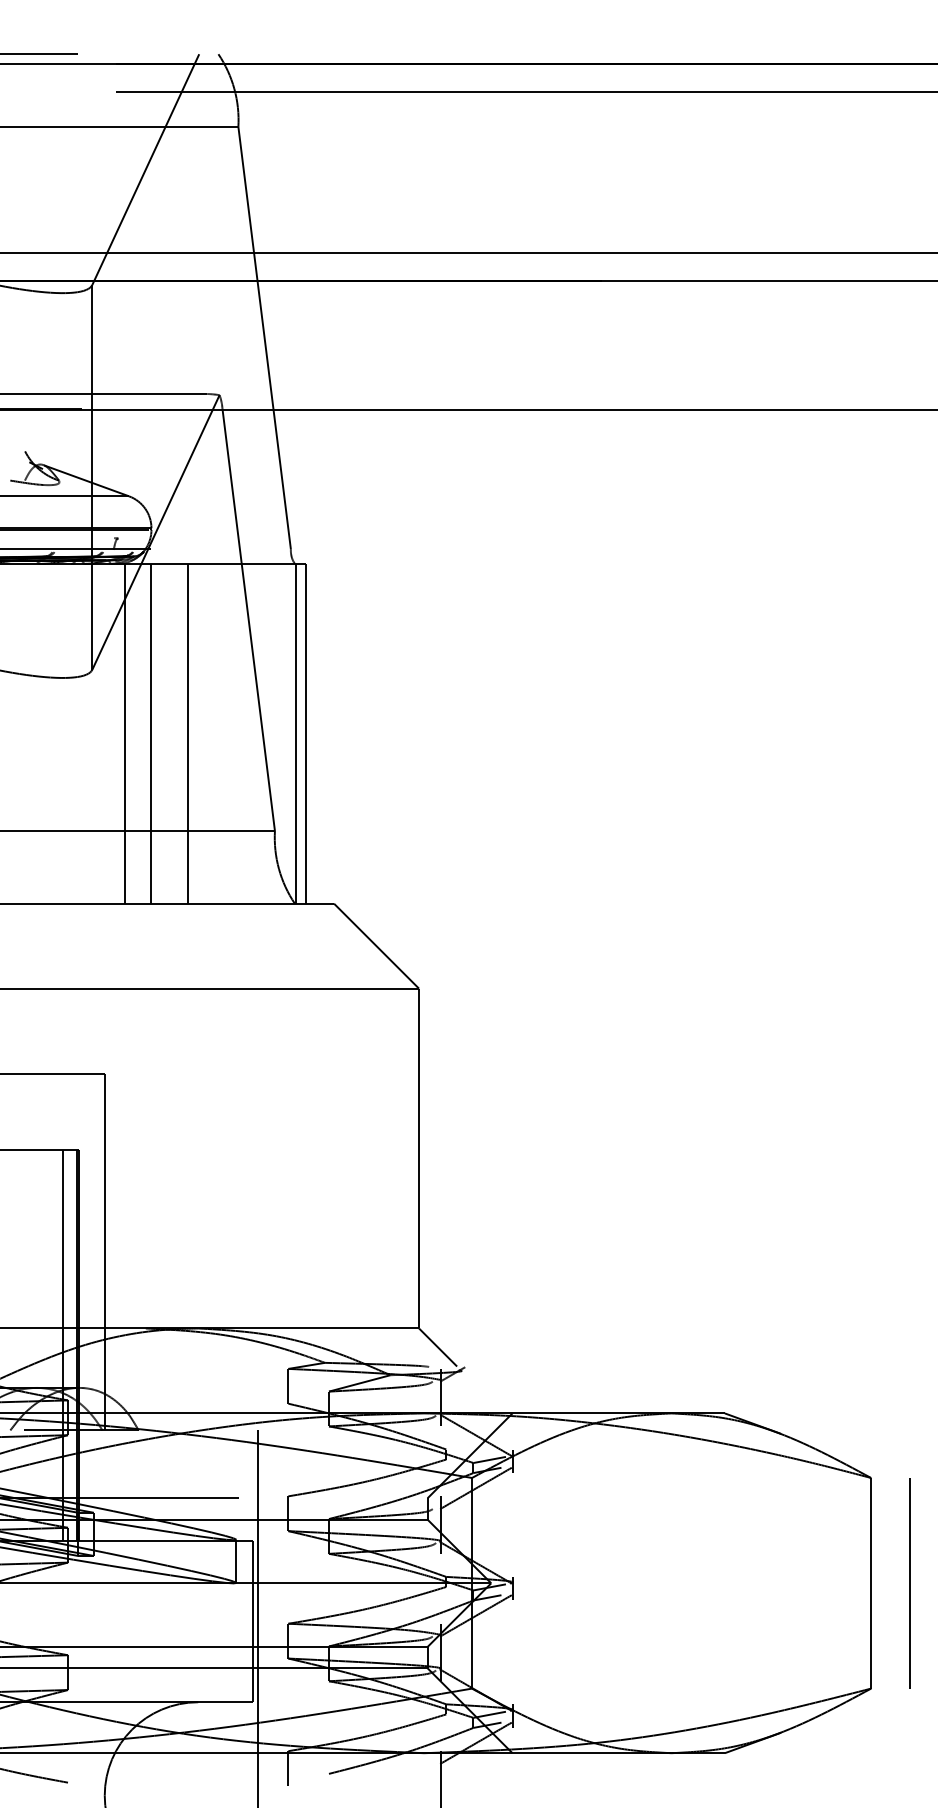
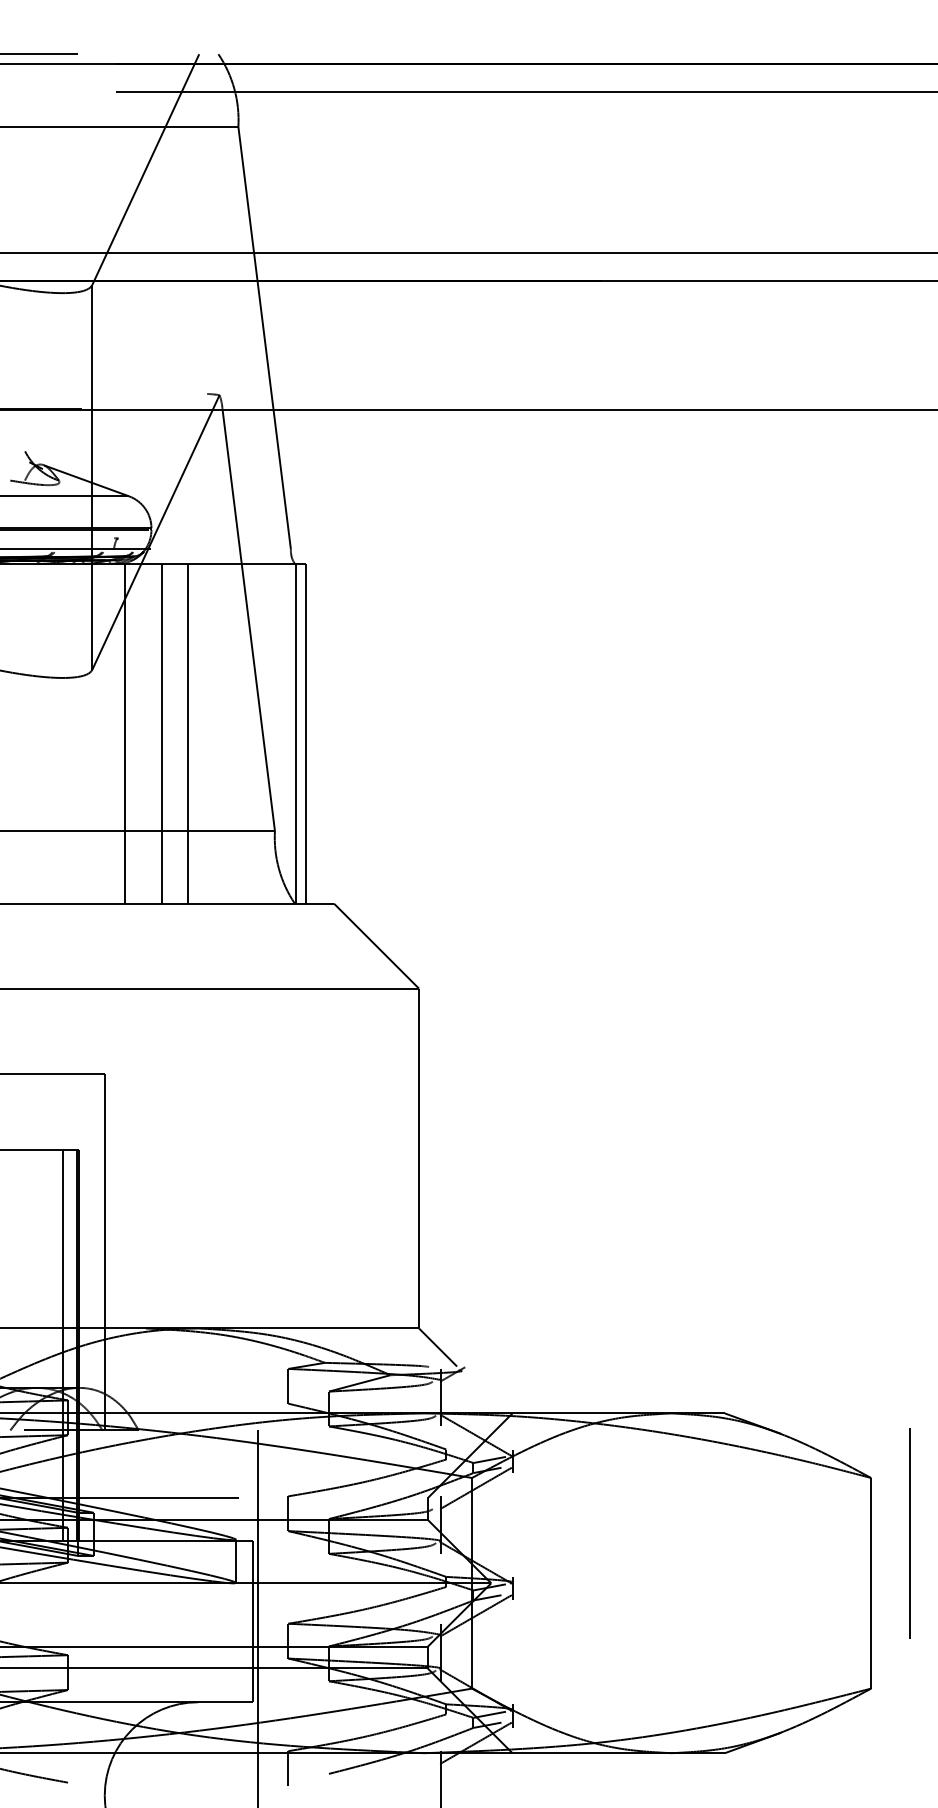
line at (104, 394): present -> none
line at (151, 733) position: (151, 733) -> (162, 733)
line at (909, 1583) position: (909, 1583) -> (909, 1533)
